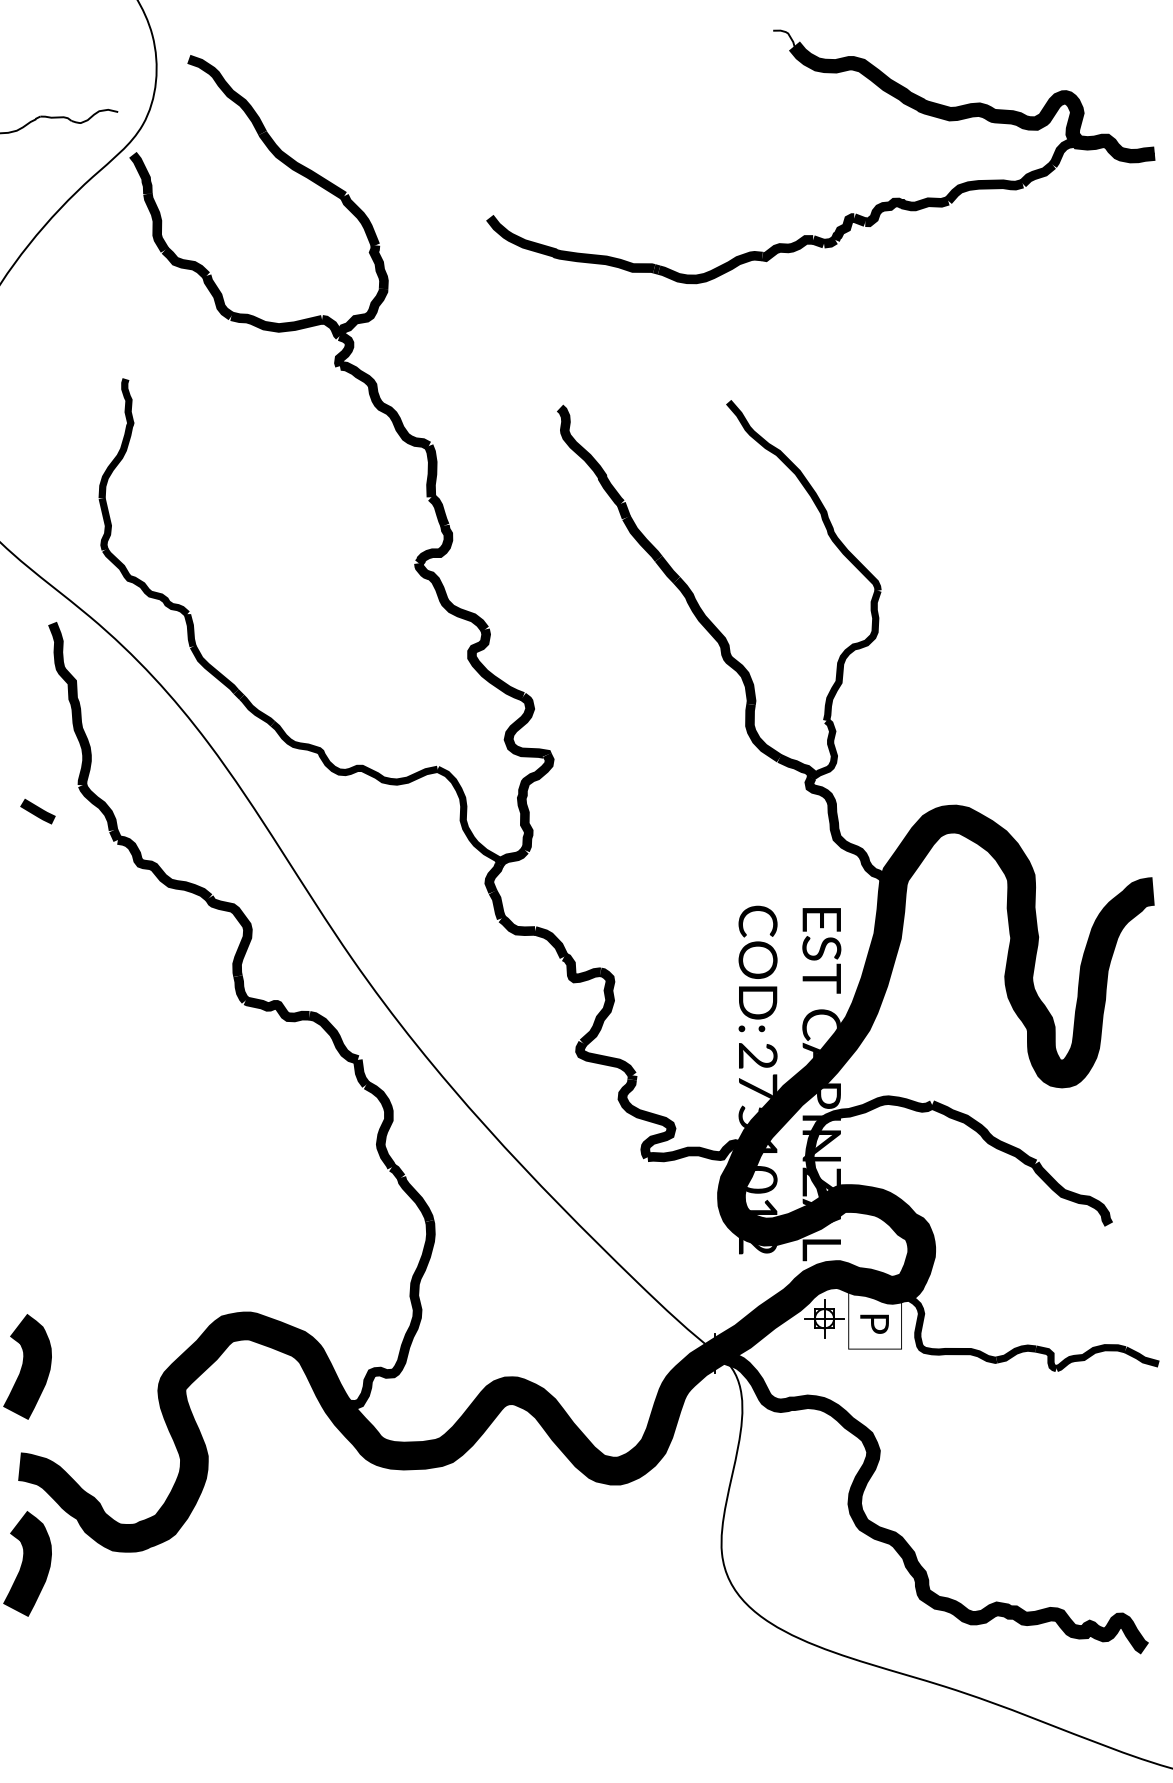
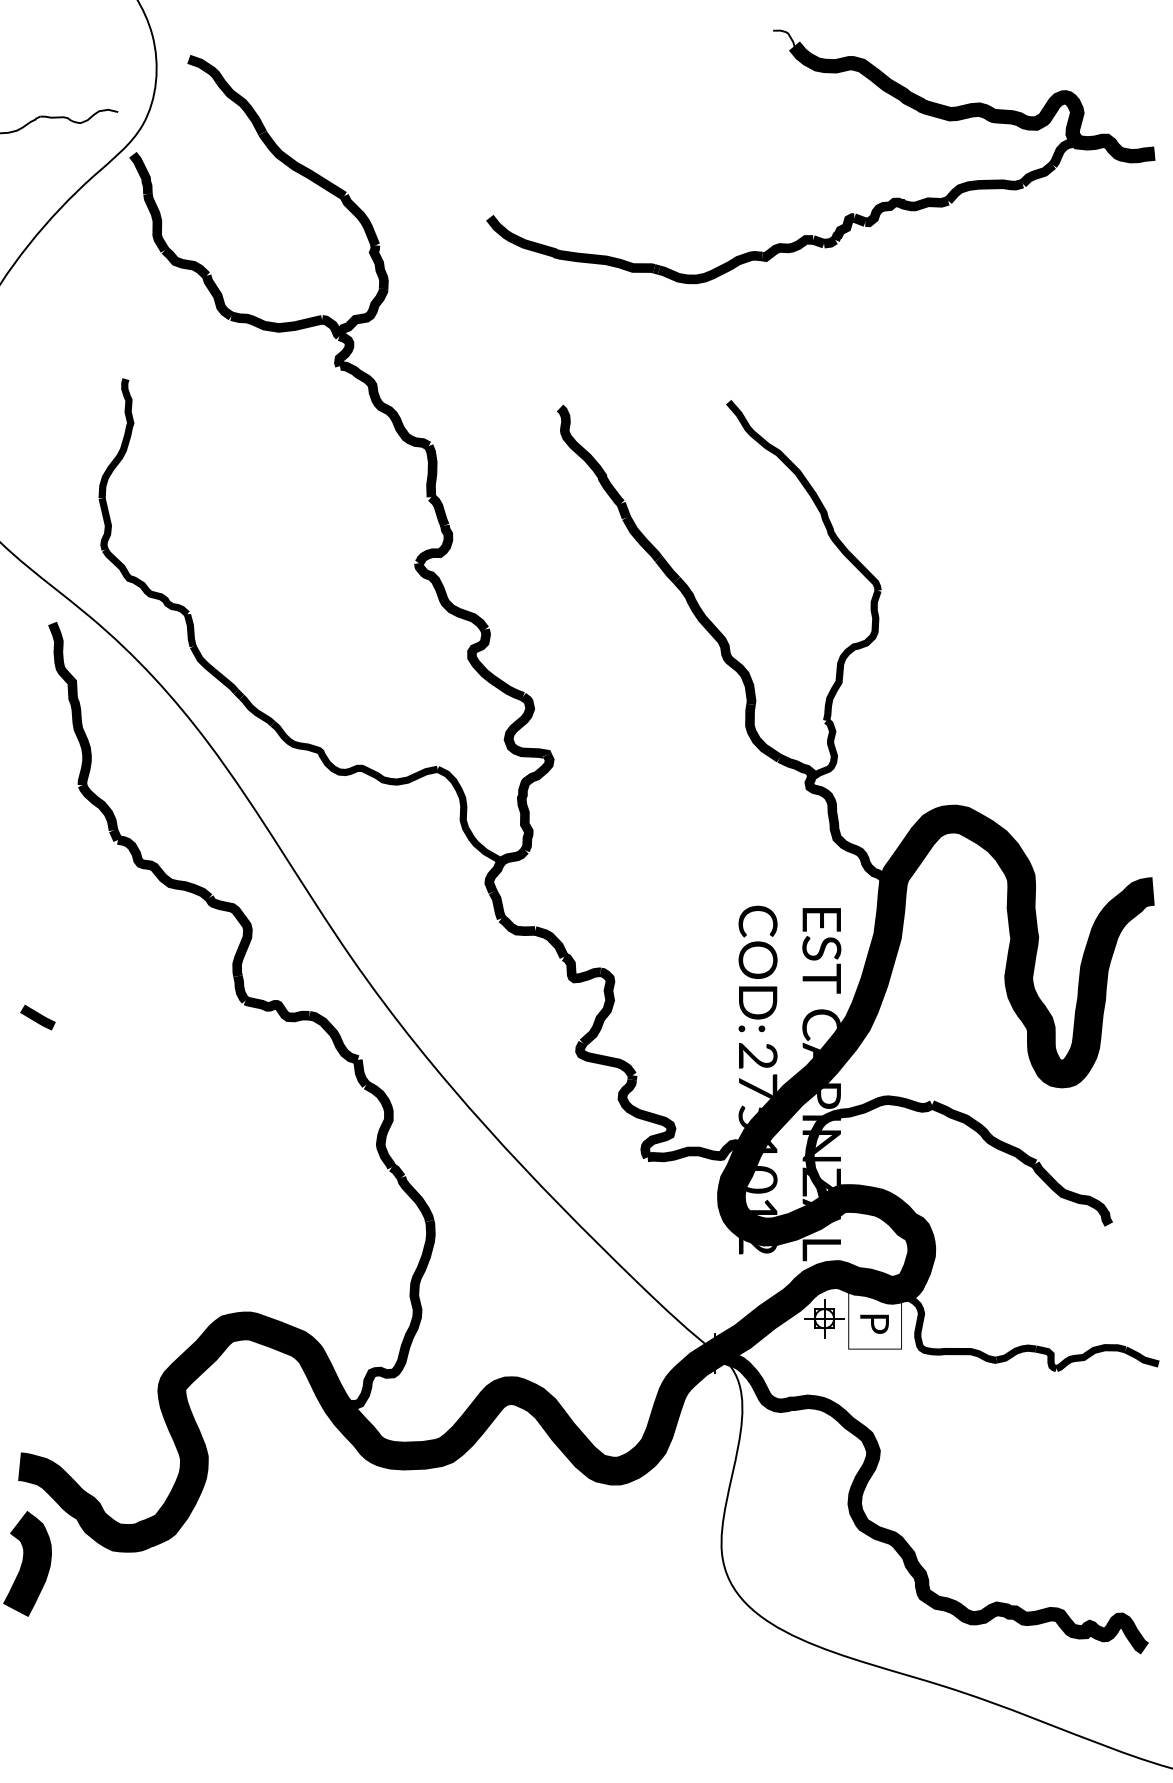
line at (37, 811) position: (37, 811) -> (37, 1017)
curve at (27, 1366): present -> none
